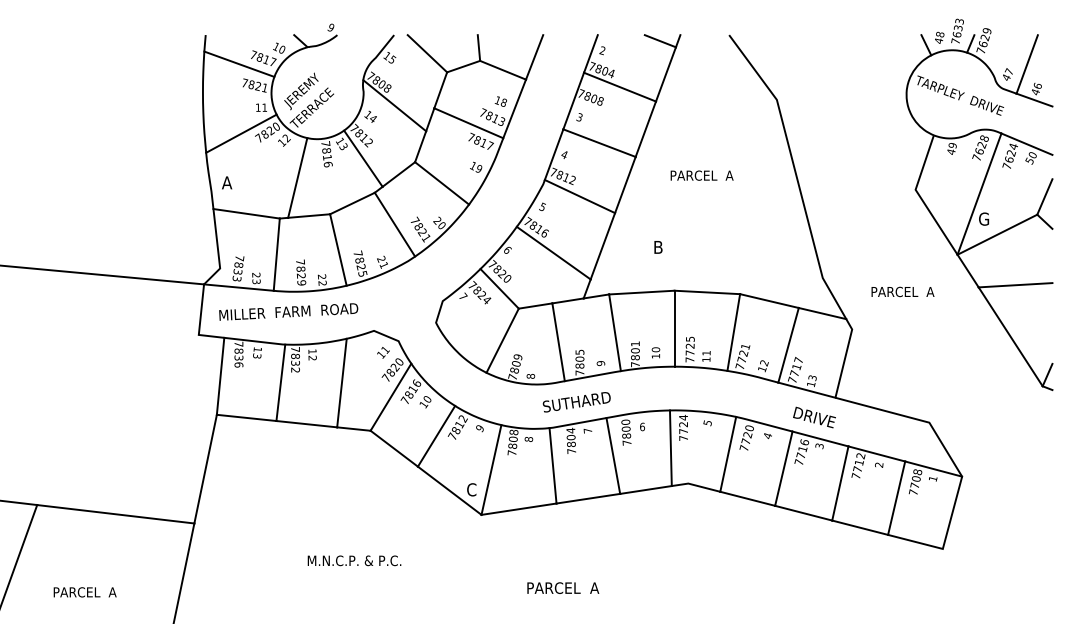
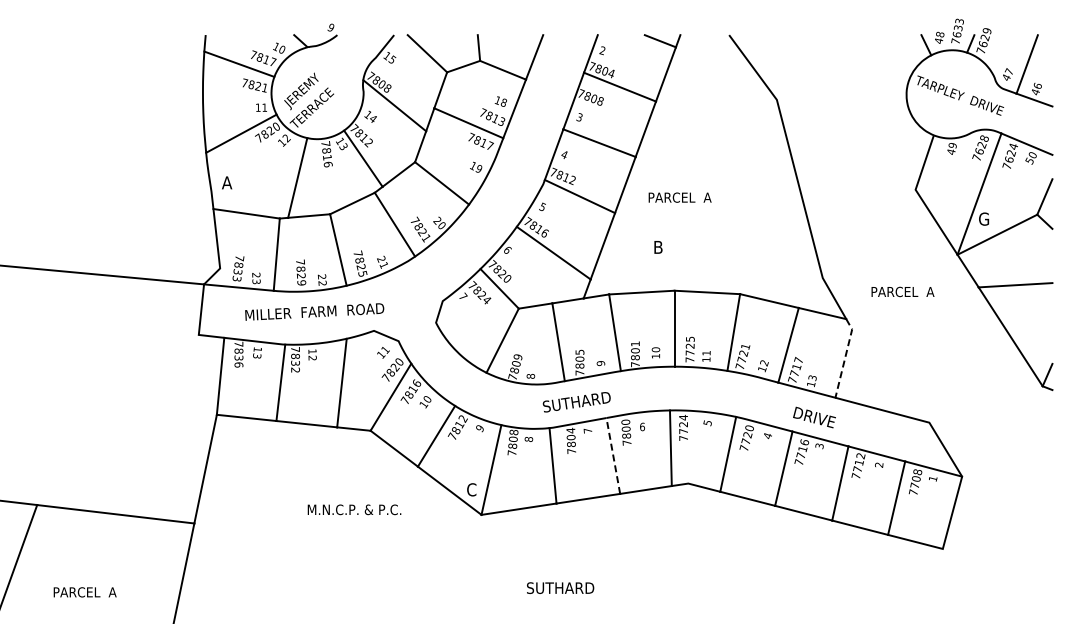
text at (701, 175) position: (701, 175) -> (679, 197)
text at (288, 311) position: (288, 311) -> (314, 311)
line at (845, 357): solid -> dashed
line at (613, 455): solid -> dashed
text at (354, 560) position: (354, 560) -> (354, 509)
text at (563, 588): PARCEL  A -> SUTHARD
